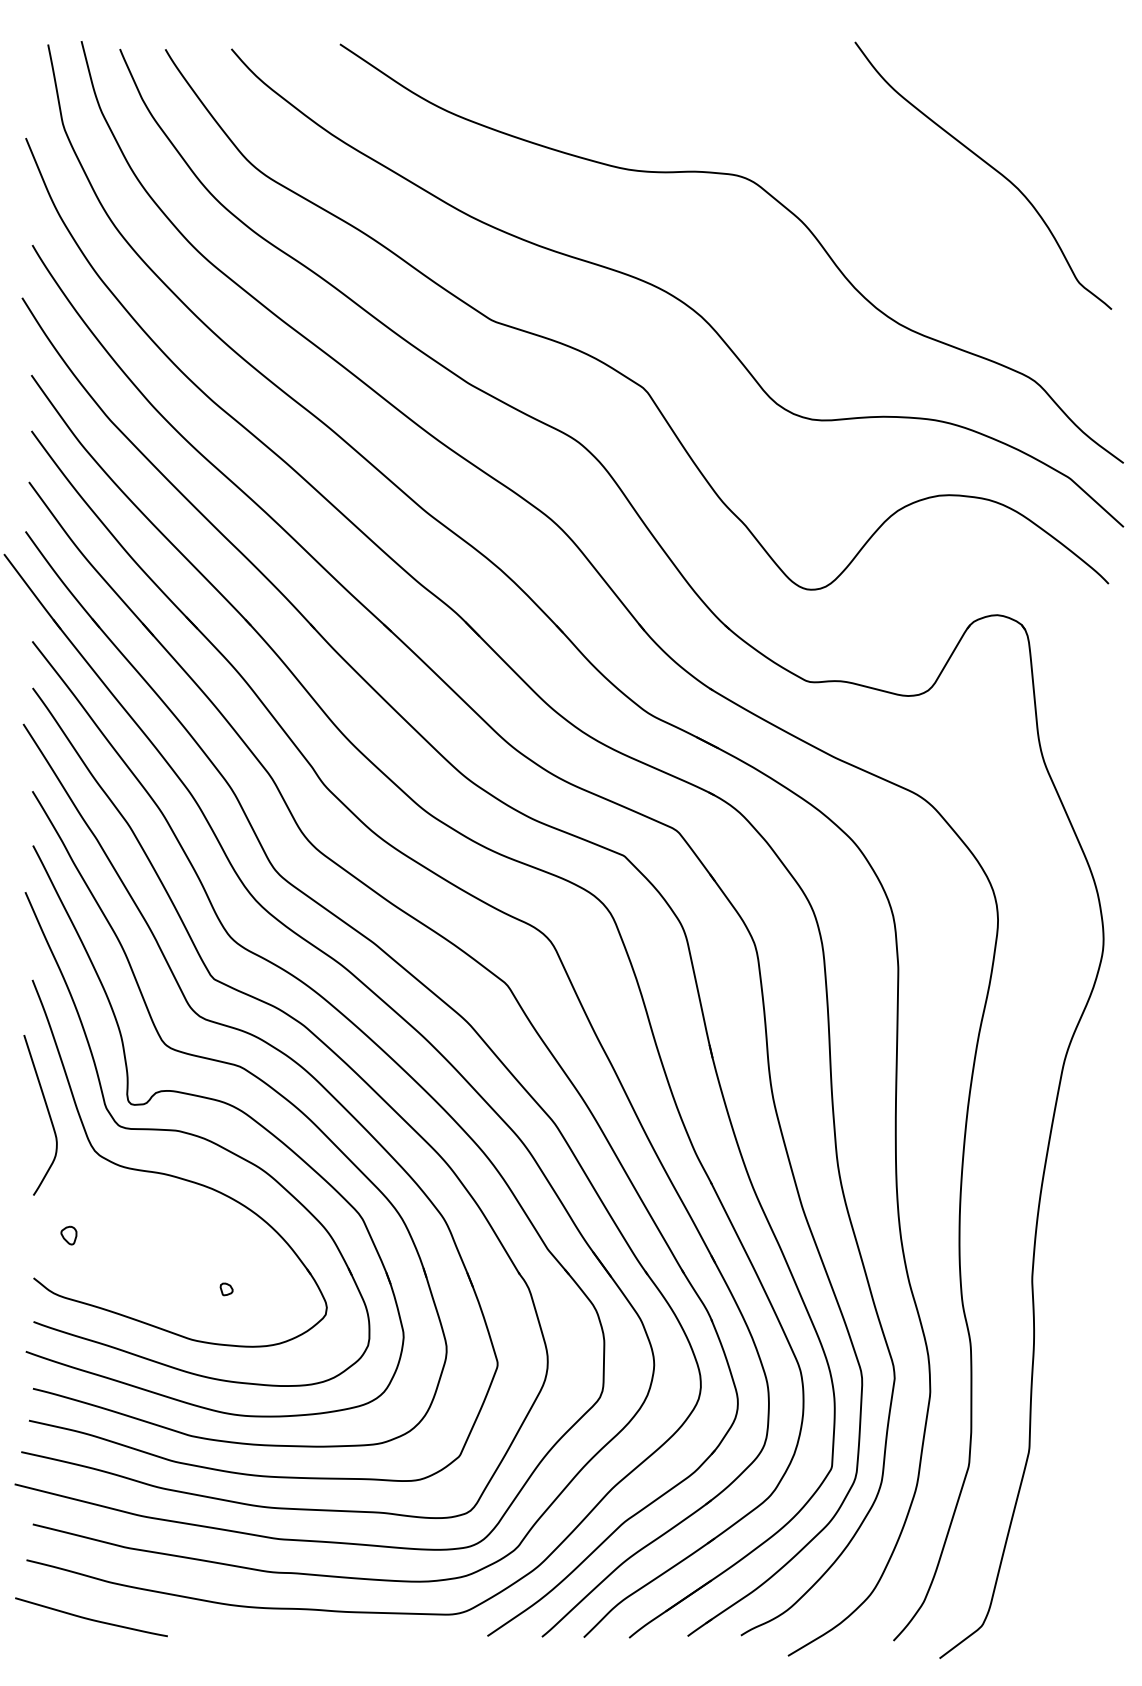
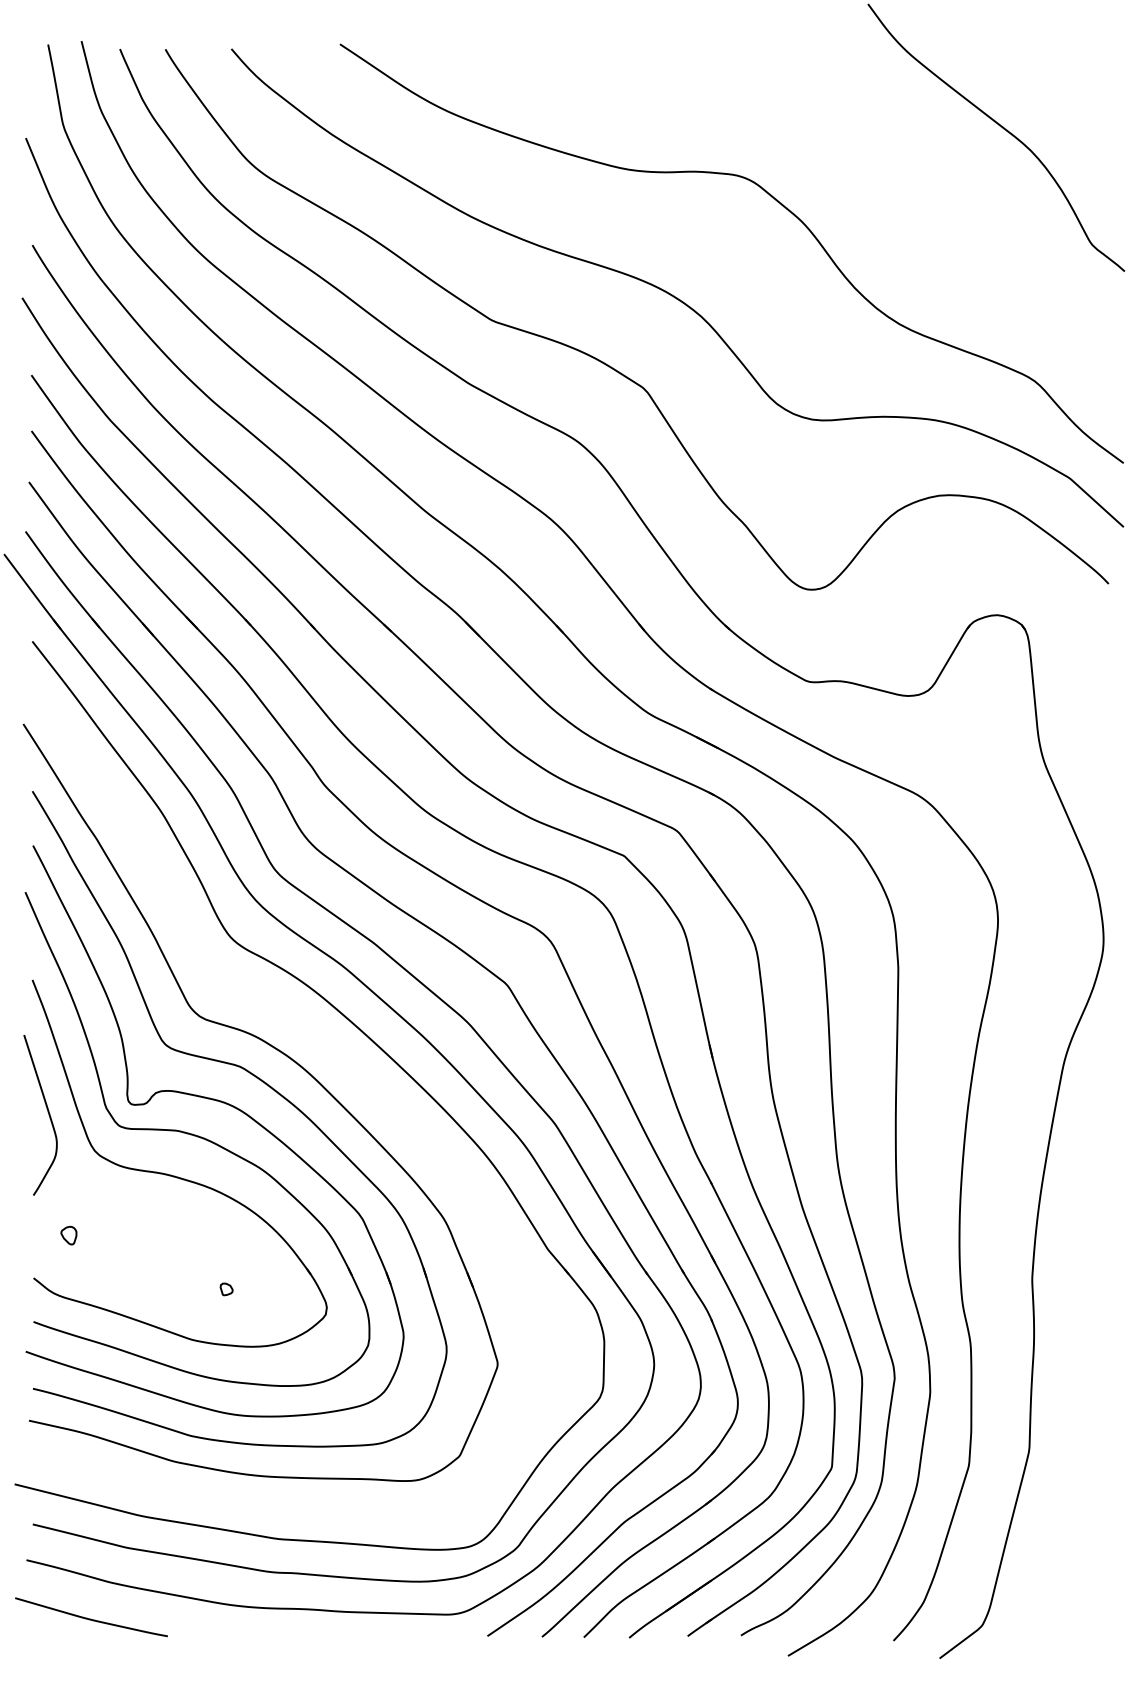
curve at (990, 167) position: (990, 167) -> (1003, 129)
part at (333, 1053): present -> none
